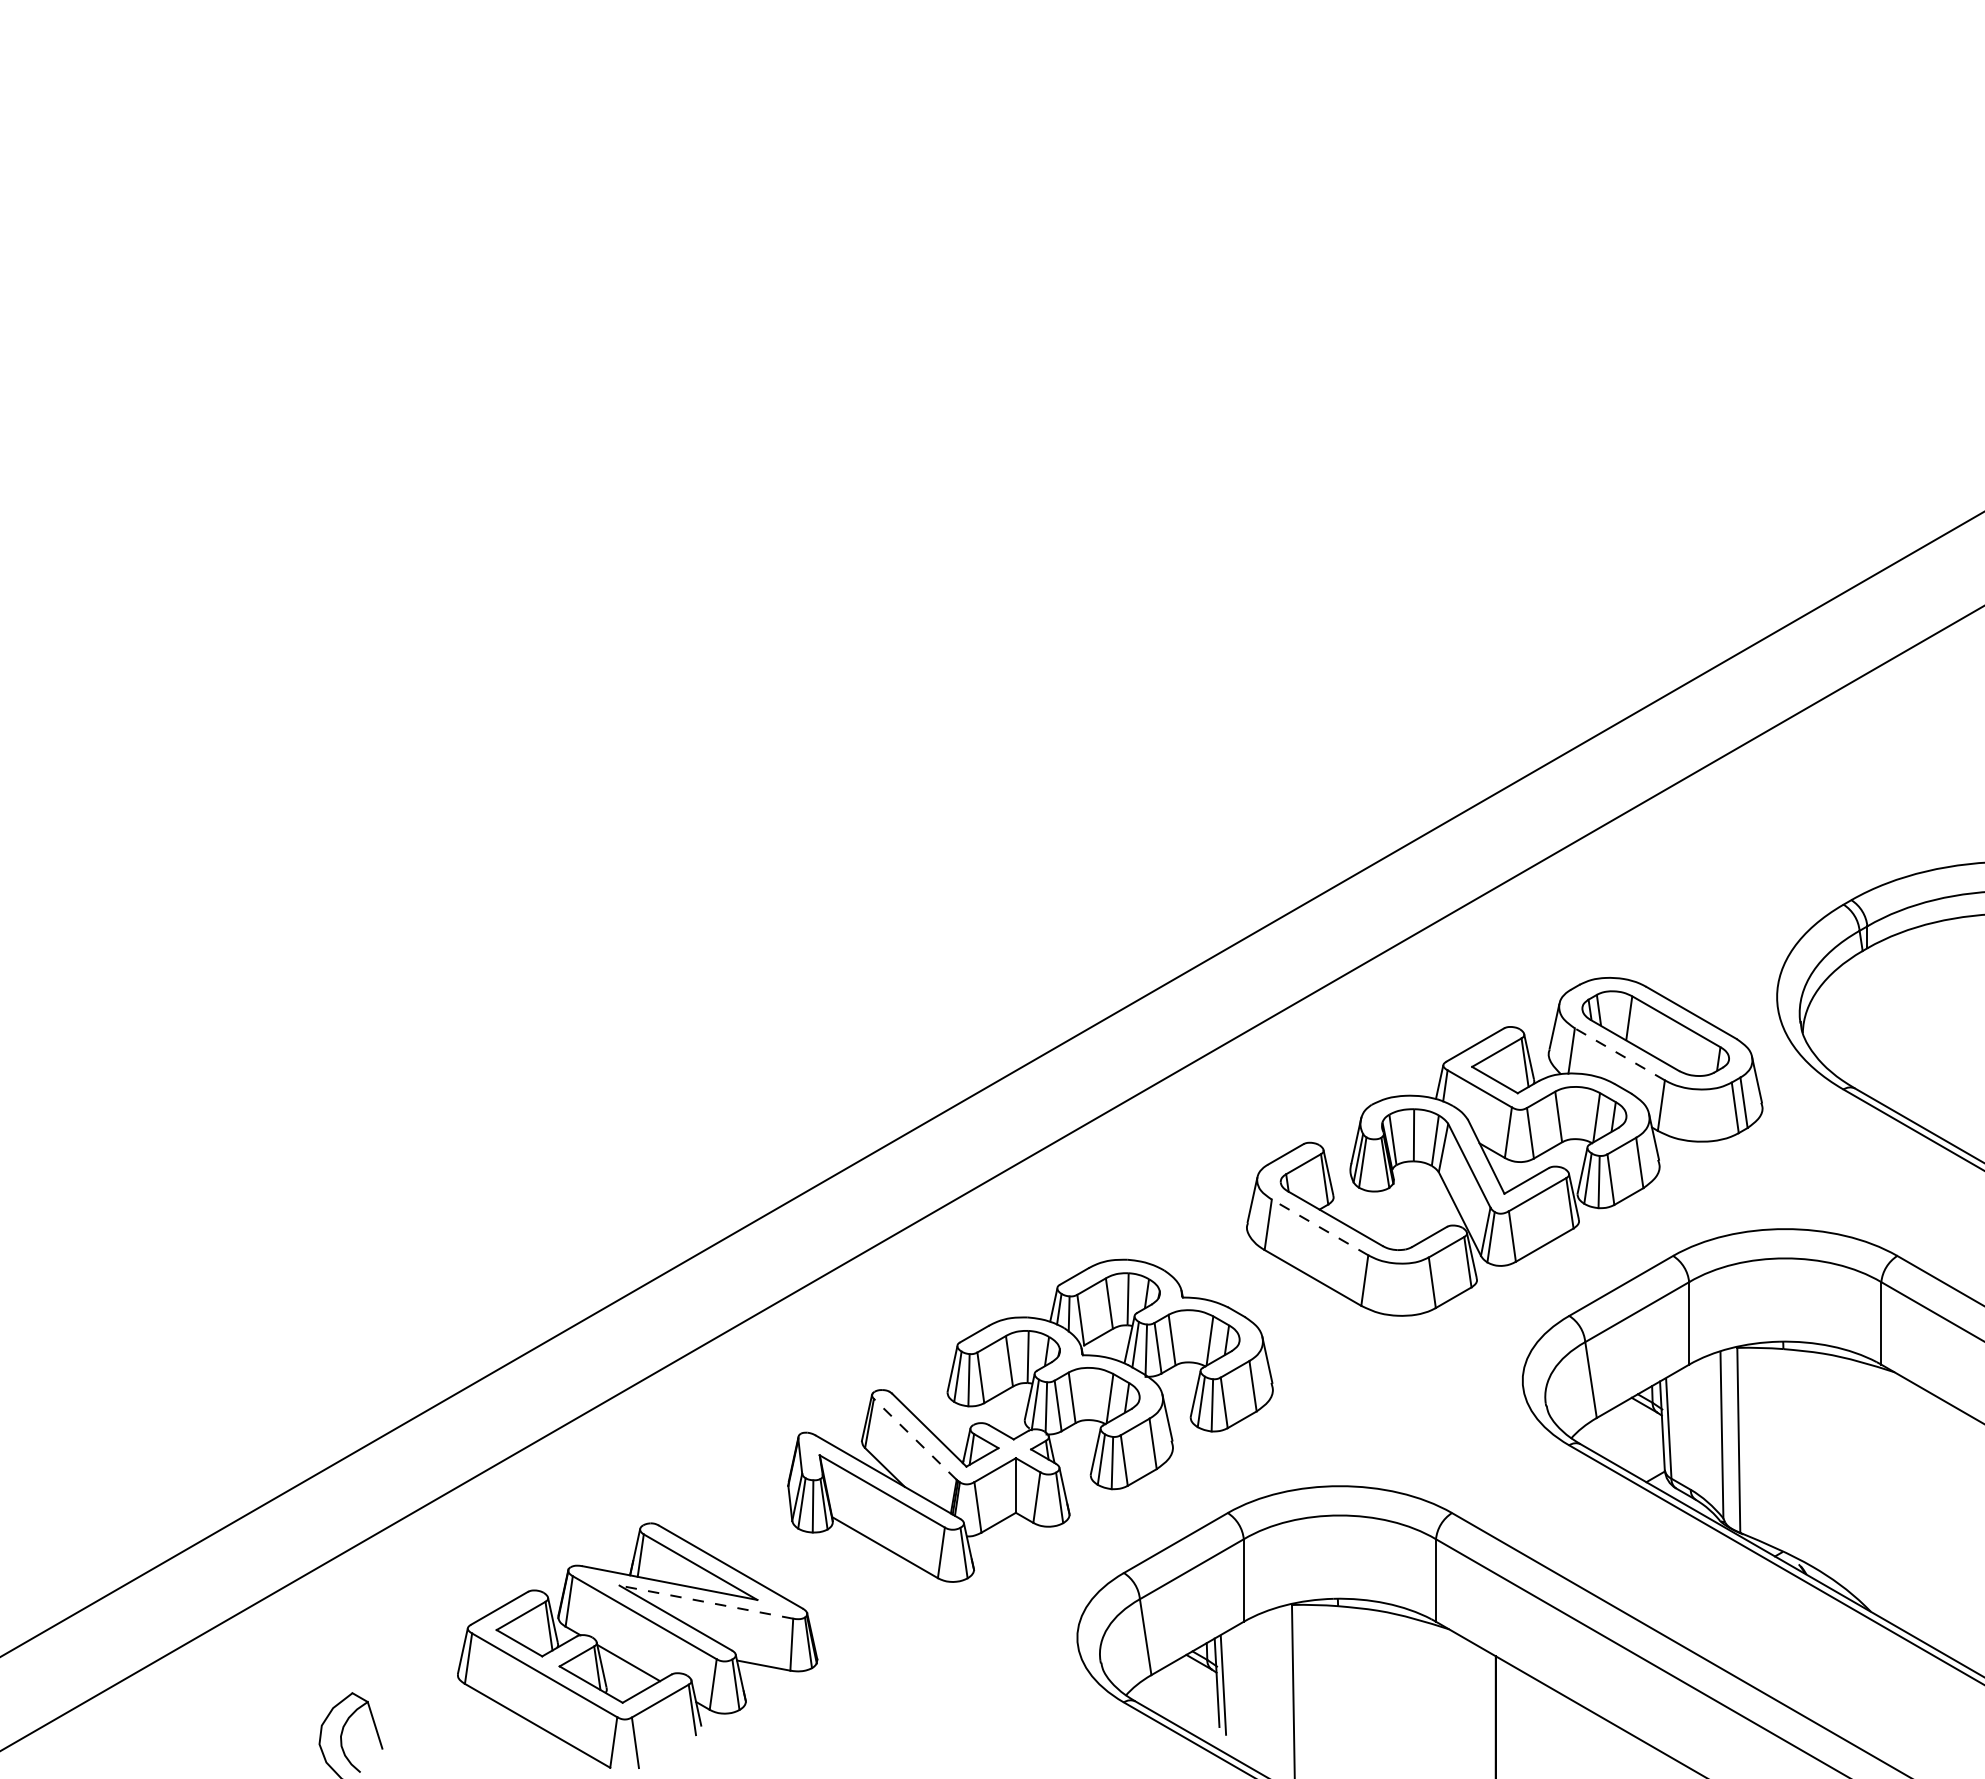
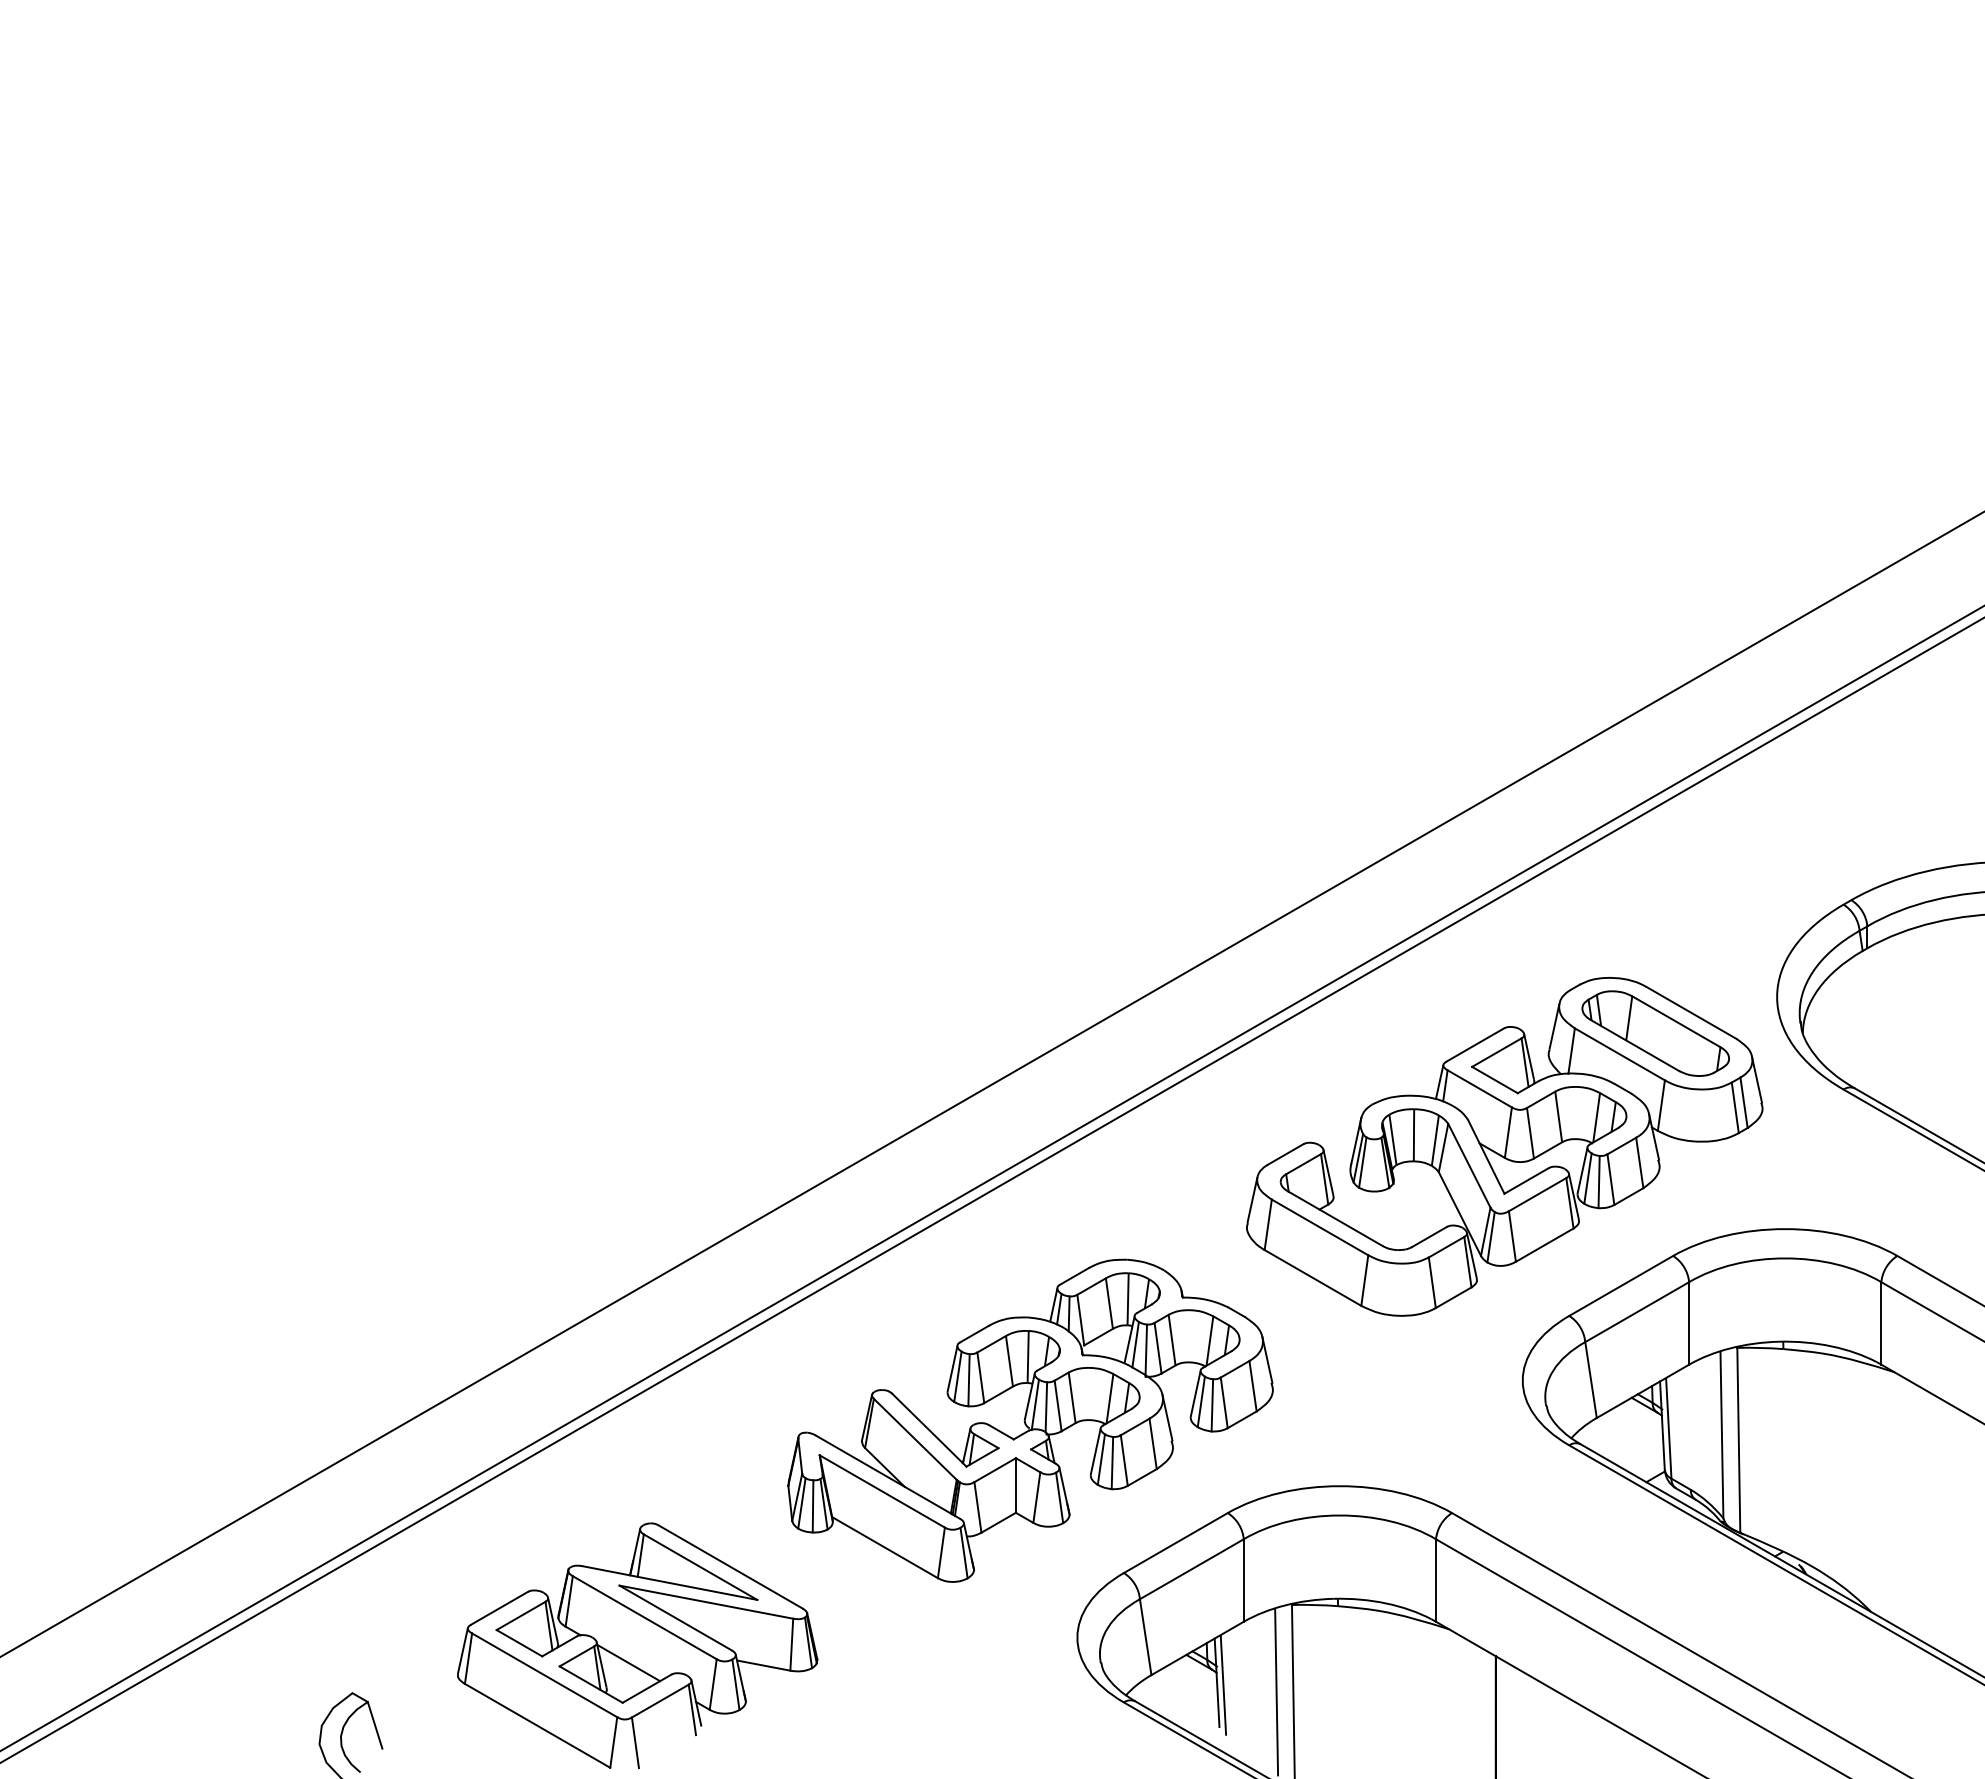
line at (1619, 1054): dashed -> solid
line at (991, 1190): none -> present
line at (1320, 1227): dashed -> solid
line at (915, 1439): dashed -> solid
line at (705, 1602): dashed -> solid
line at (1276, 1691): none -> present
